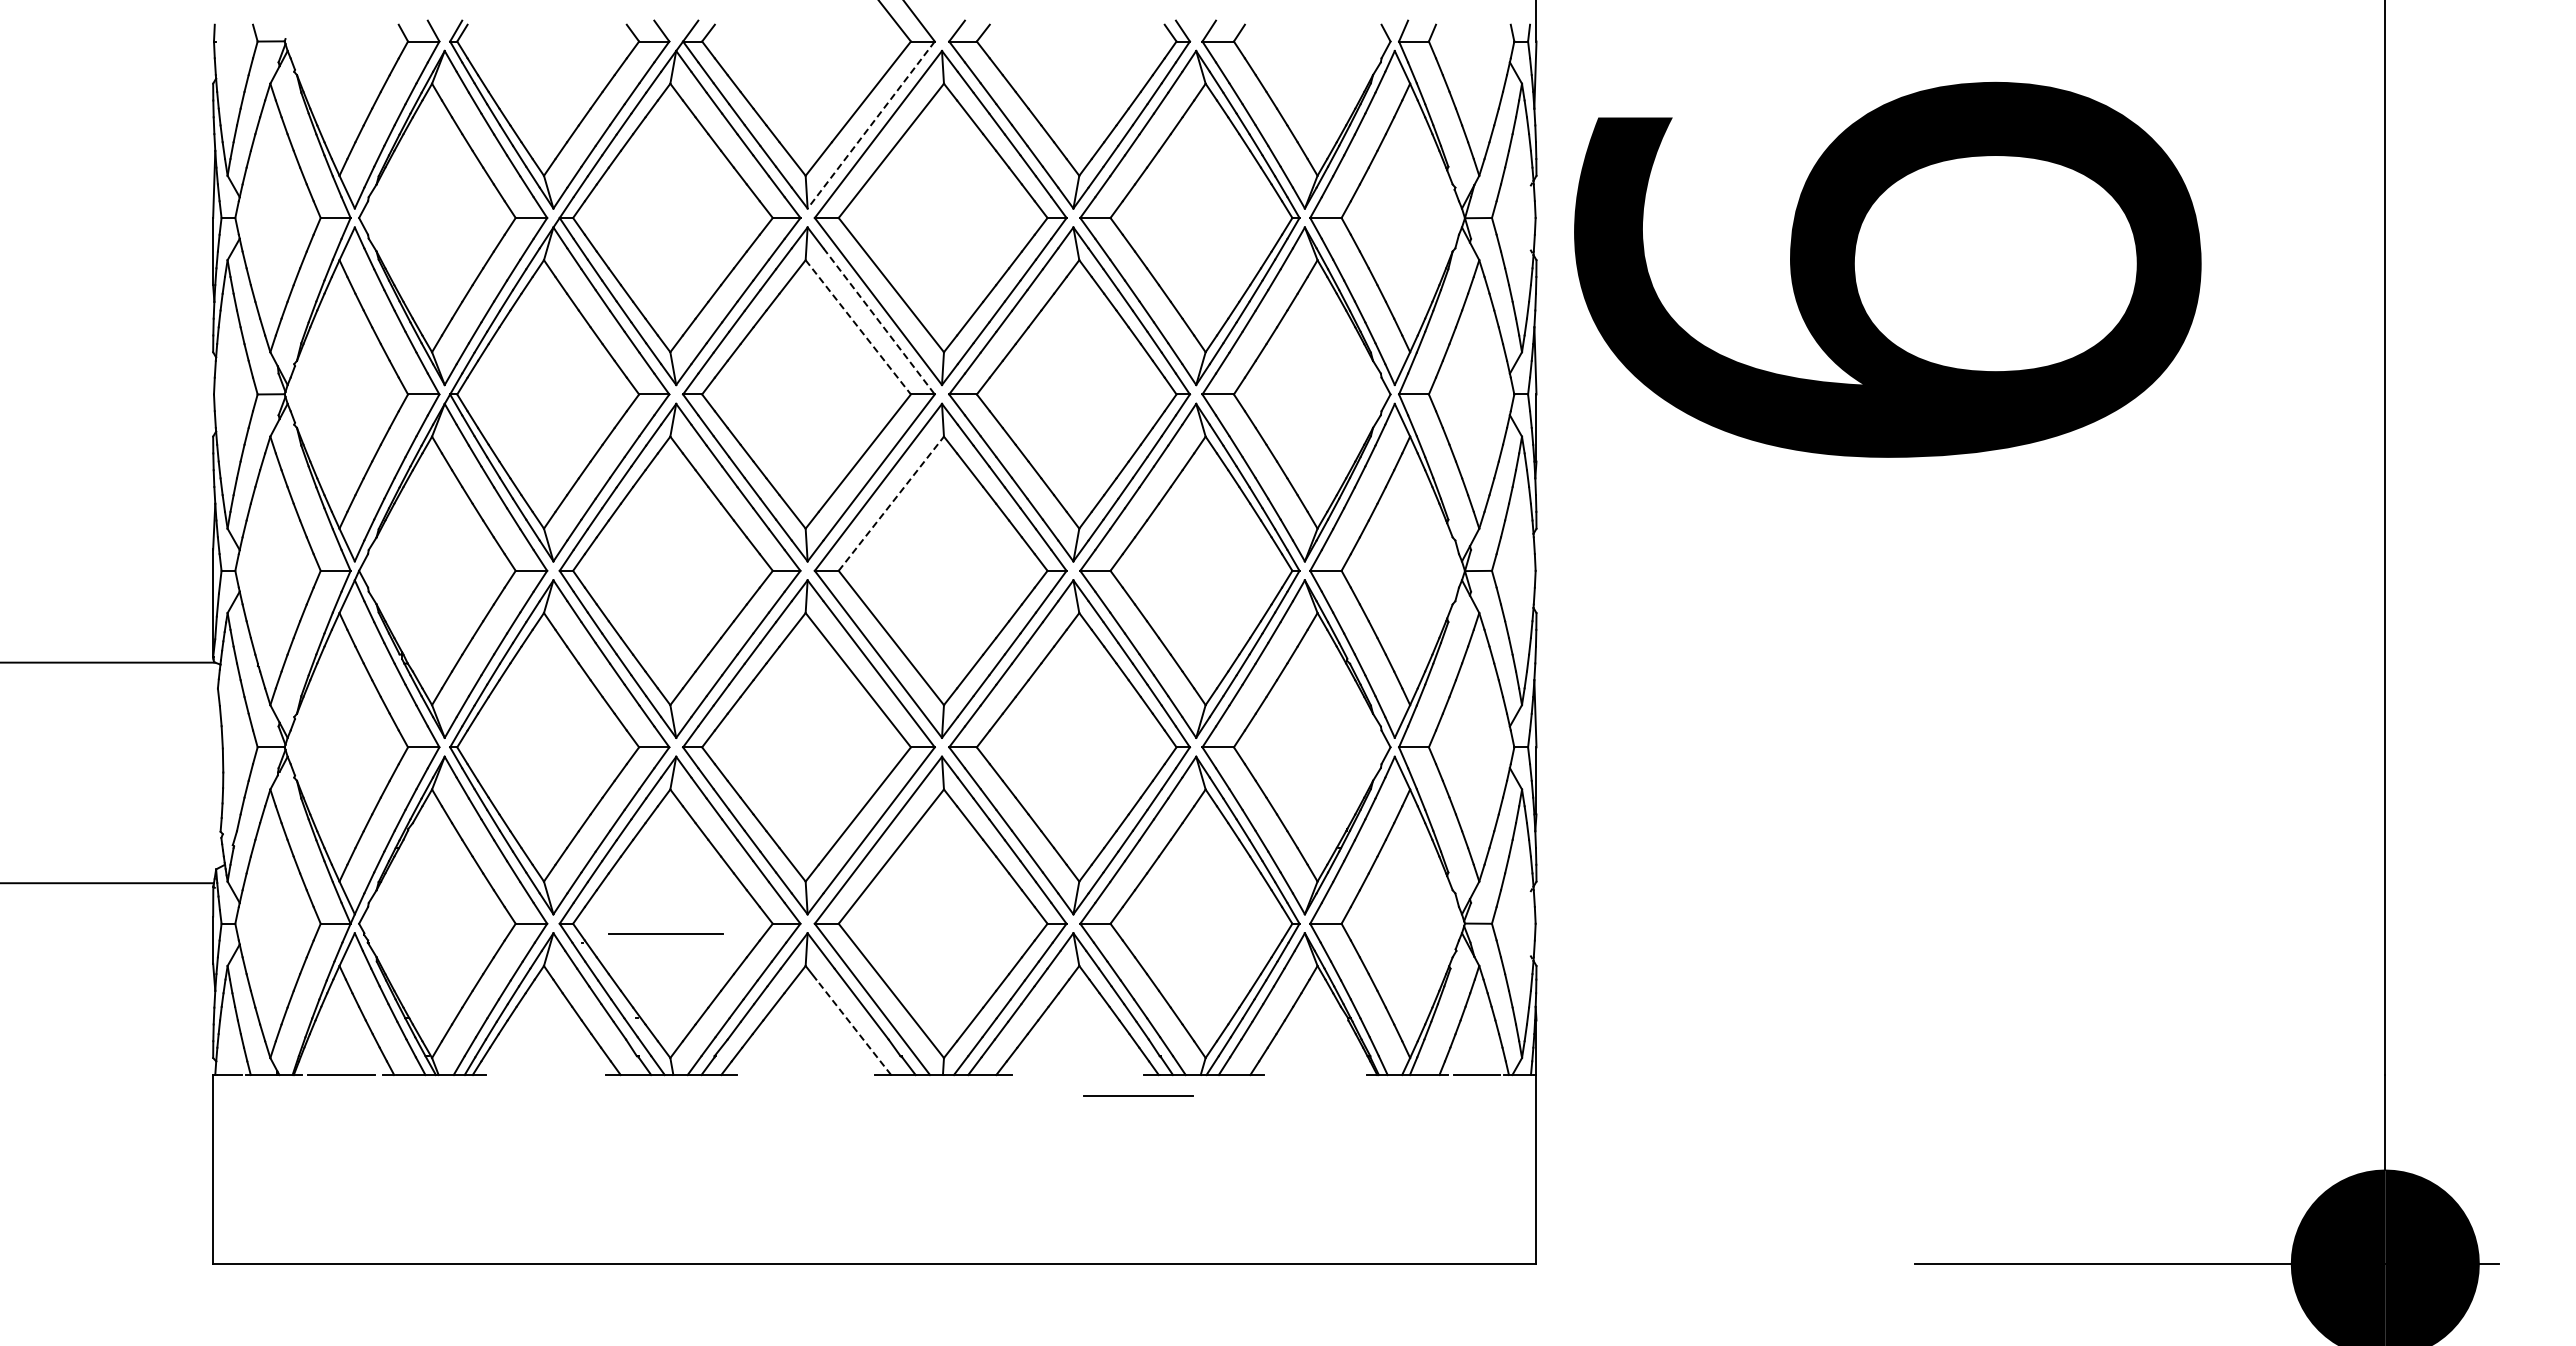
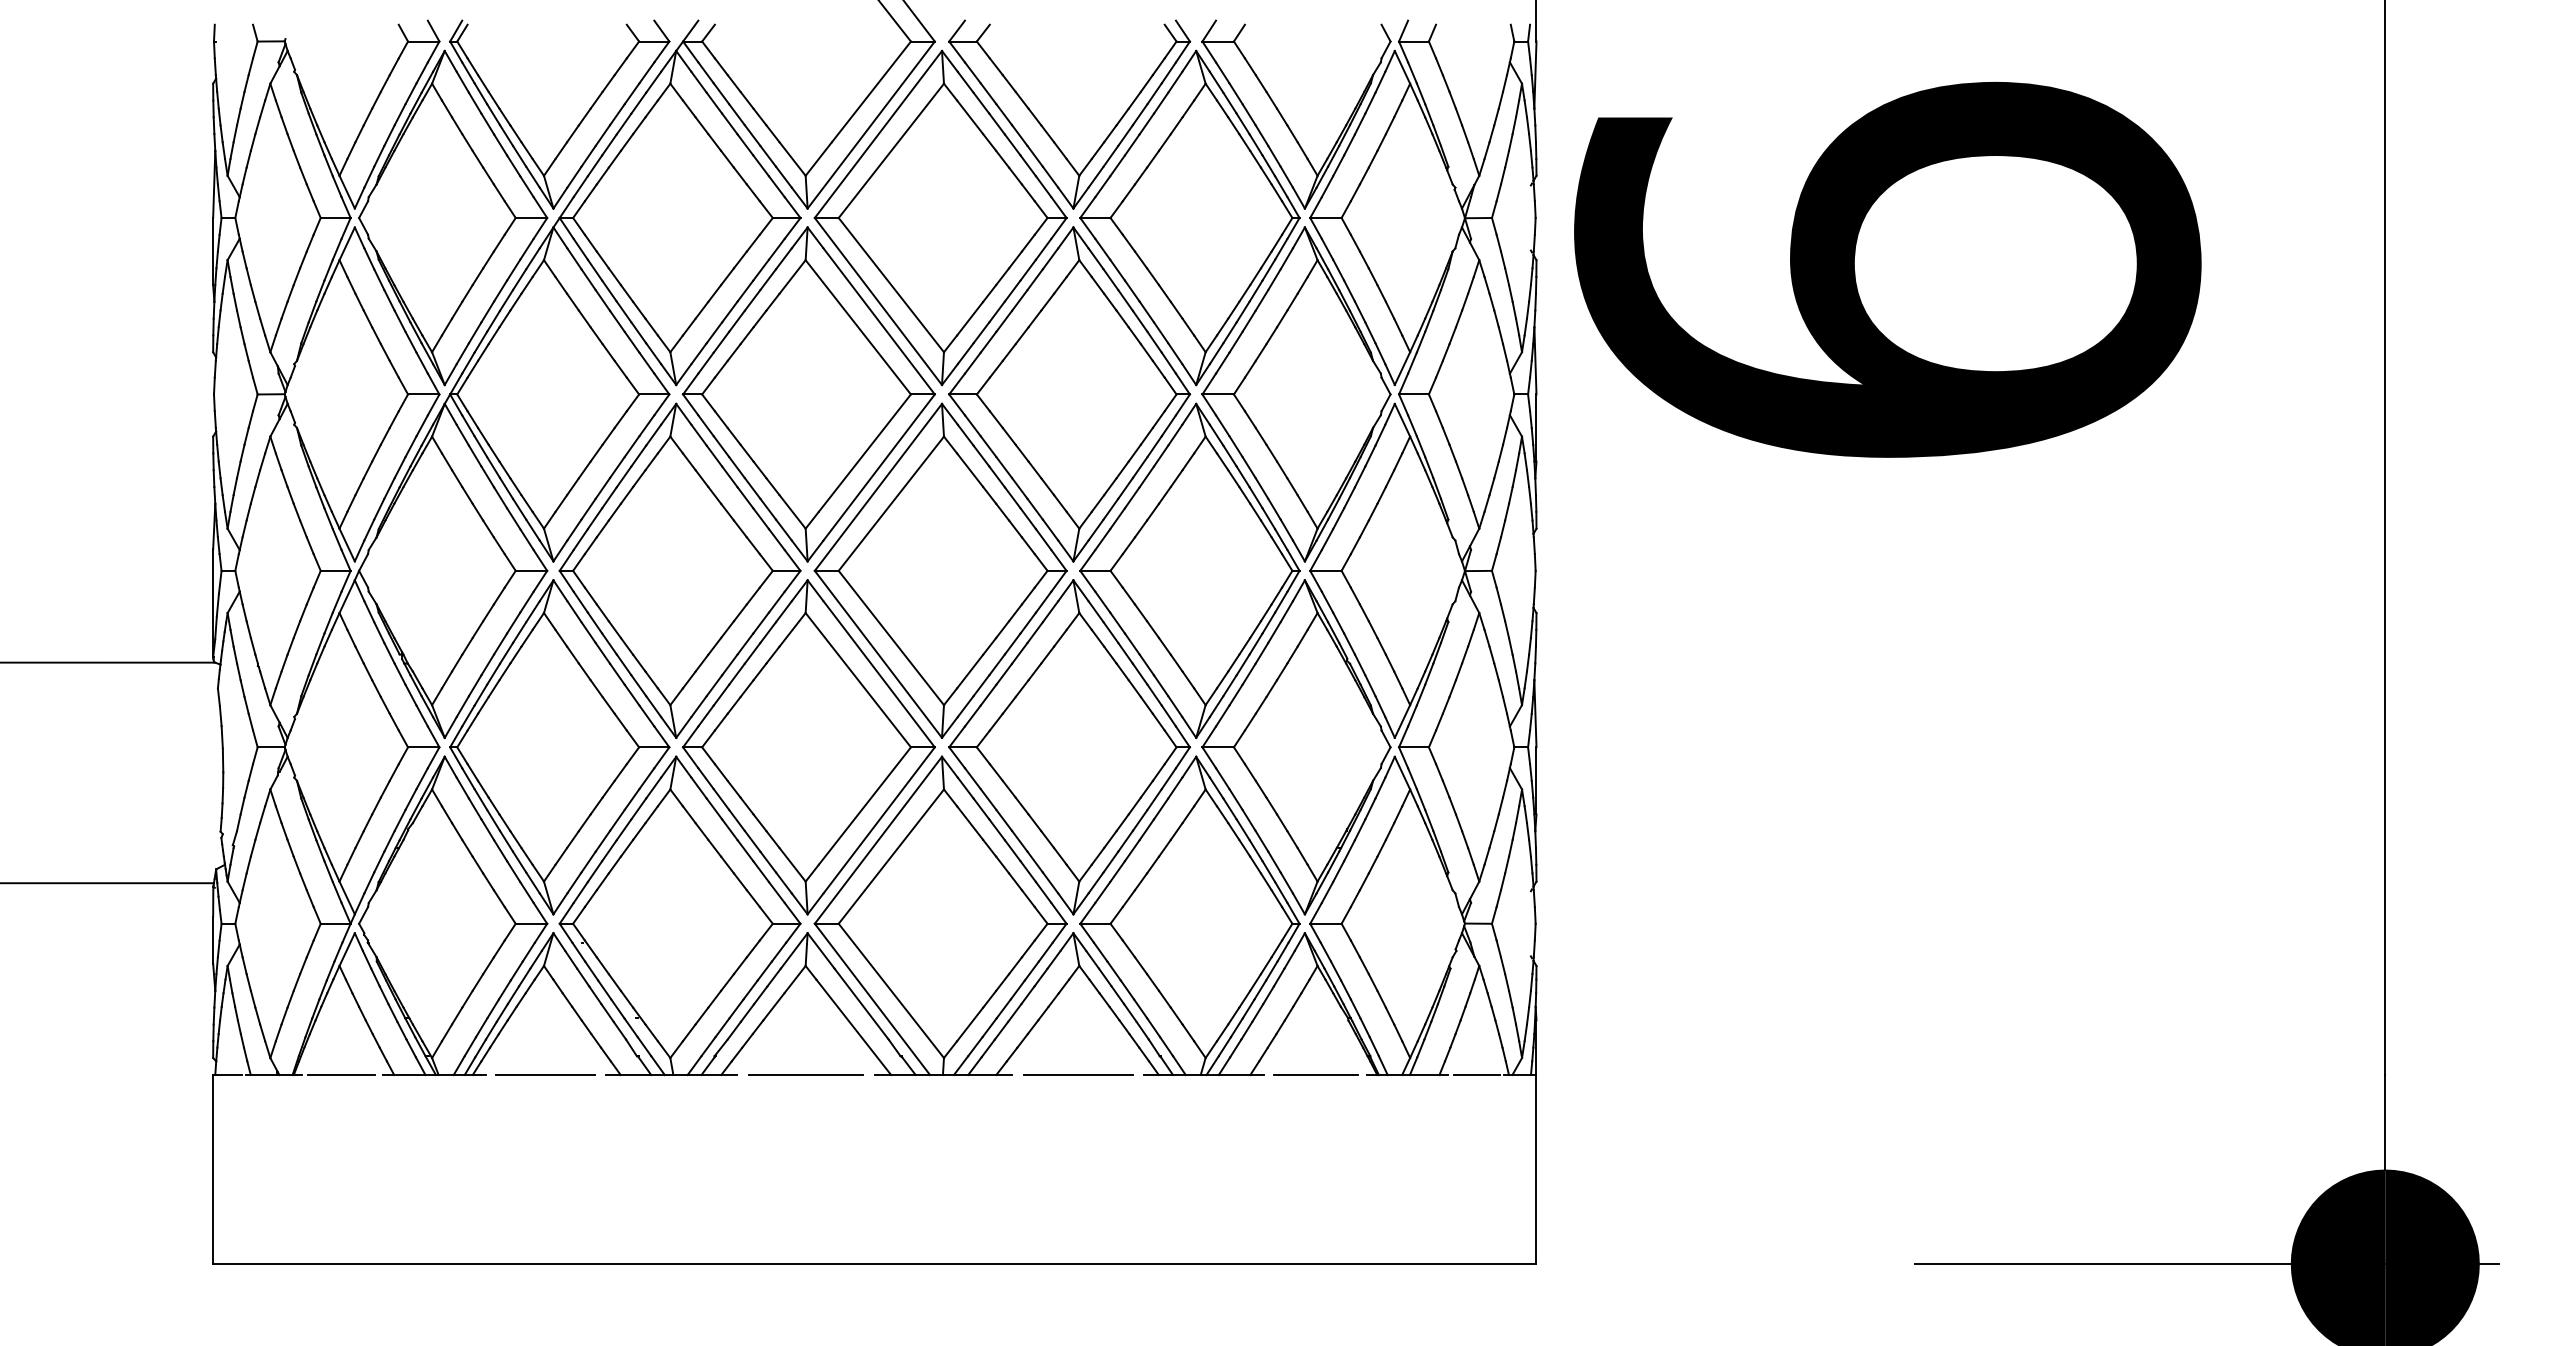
line at (871, 125): dashed -> solid
line at (879, 321): dashed -> solid
line at (858, 327): dashed -> solid
line at (891, 503): dashed -> solid
line at (665, 933) position: (665, 933) -> (805, 1074)
line at (853, 1027): dashed -> solid
line at (545, 1074): none -> present
line at (1315, 1075): none -> present
line at (1138, 1095) position: (1138, 1095) -> (1078, 1074)
